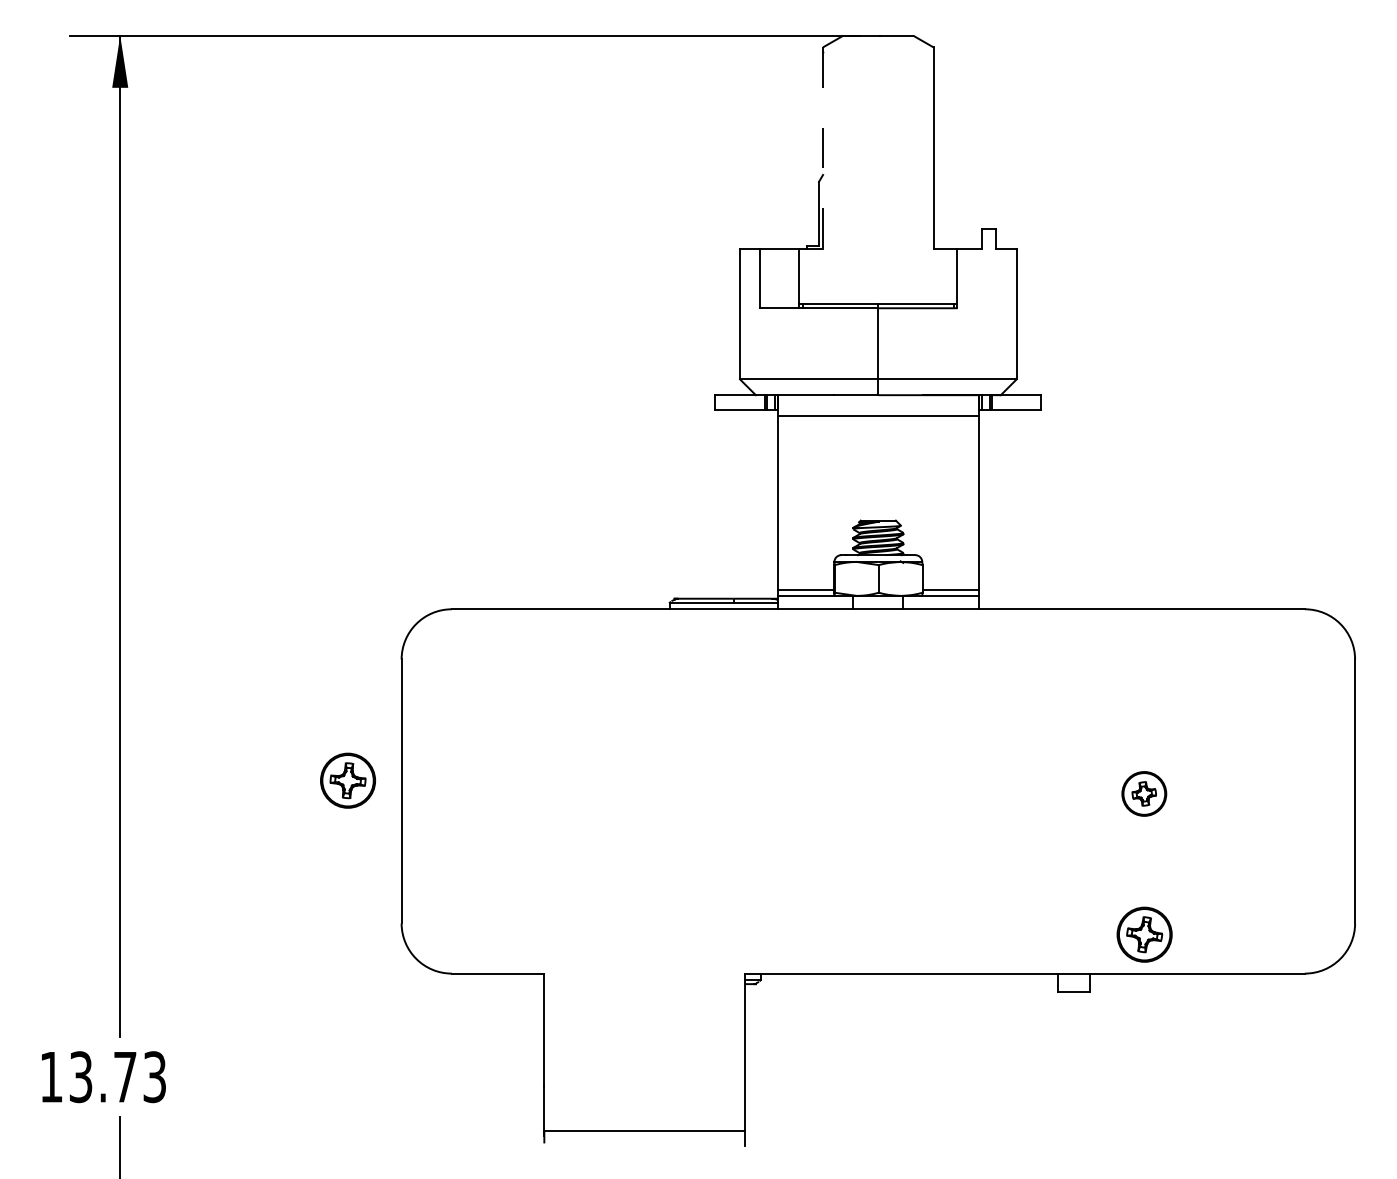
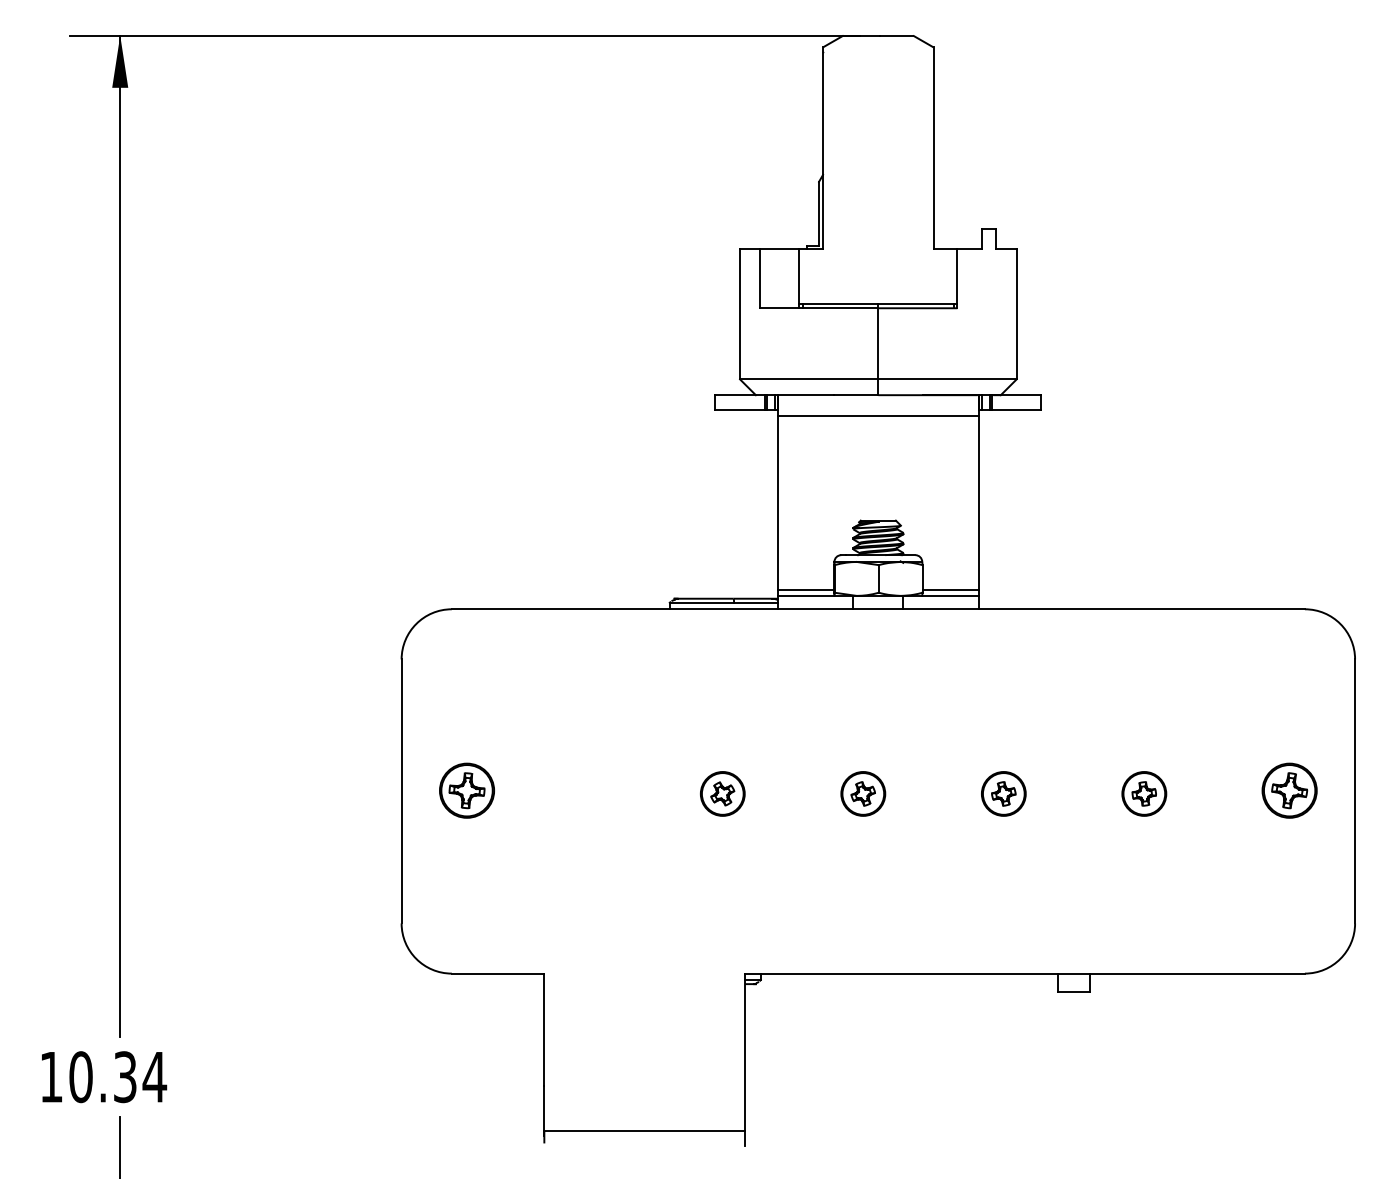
line at (823, 148): dashed -> solid
part at (347, 780) position: (347, 780) -> (466, 790)
part at (722, 793): none -> present
part at (863, 793): none -> present
part at (1003, 793): none -> present
part at (1144, 934) position: (1144, 934) -> (1289, 790)
text at (118, 1077): 13.73 -> 10.34
